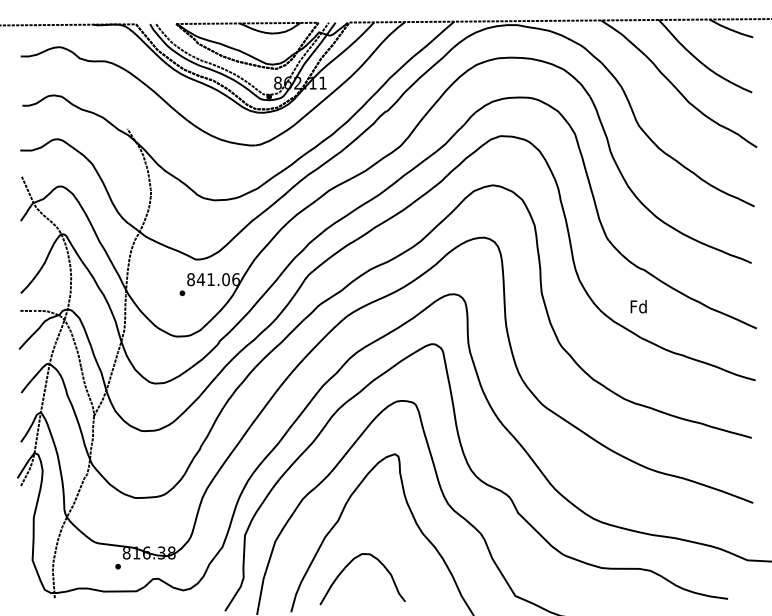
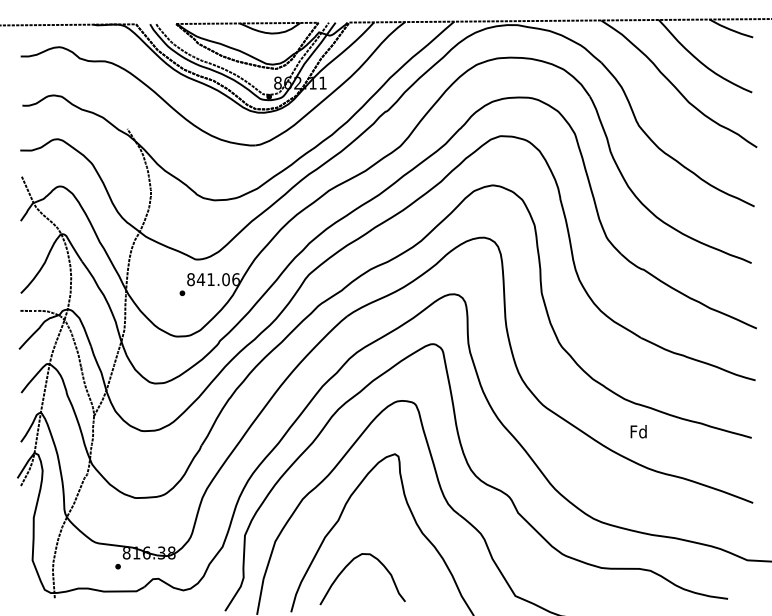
text at (638, 306) position: (638, 306) -> (638, 431)
